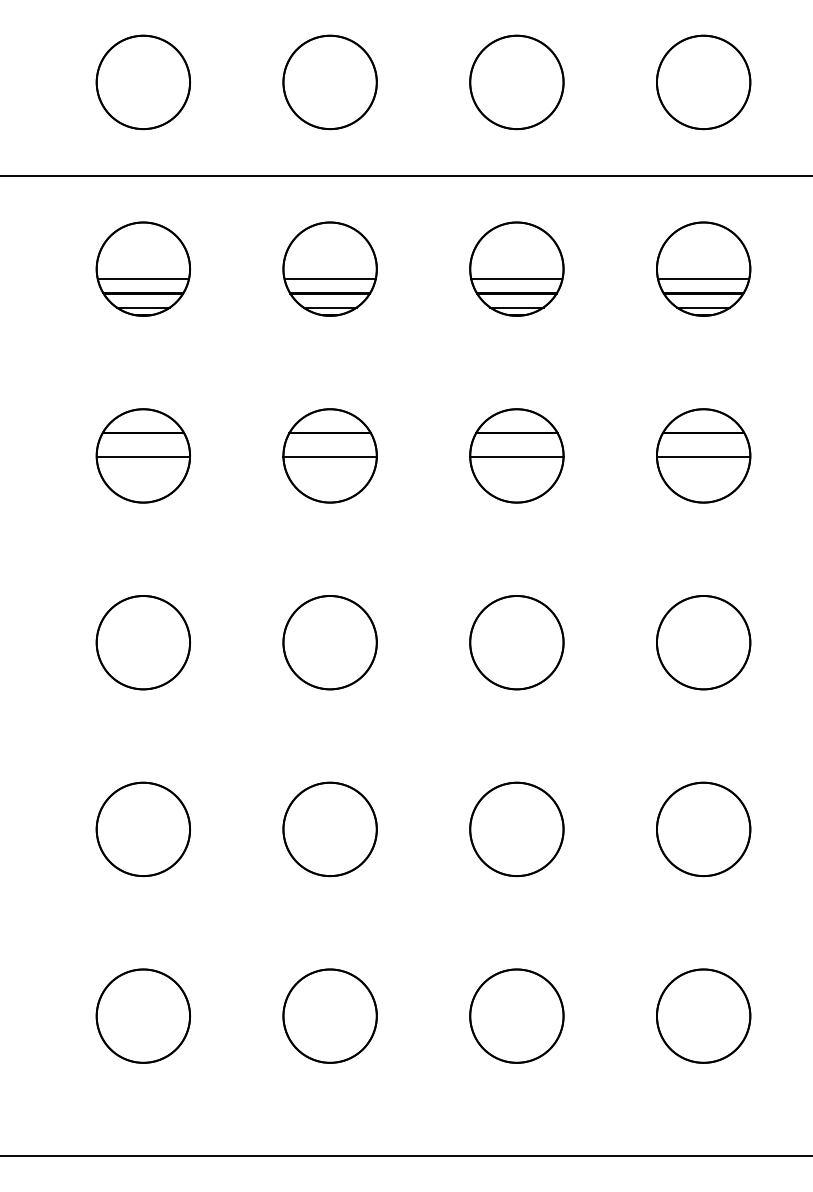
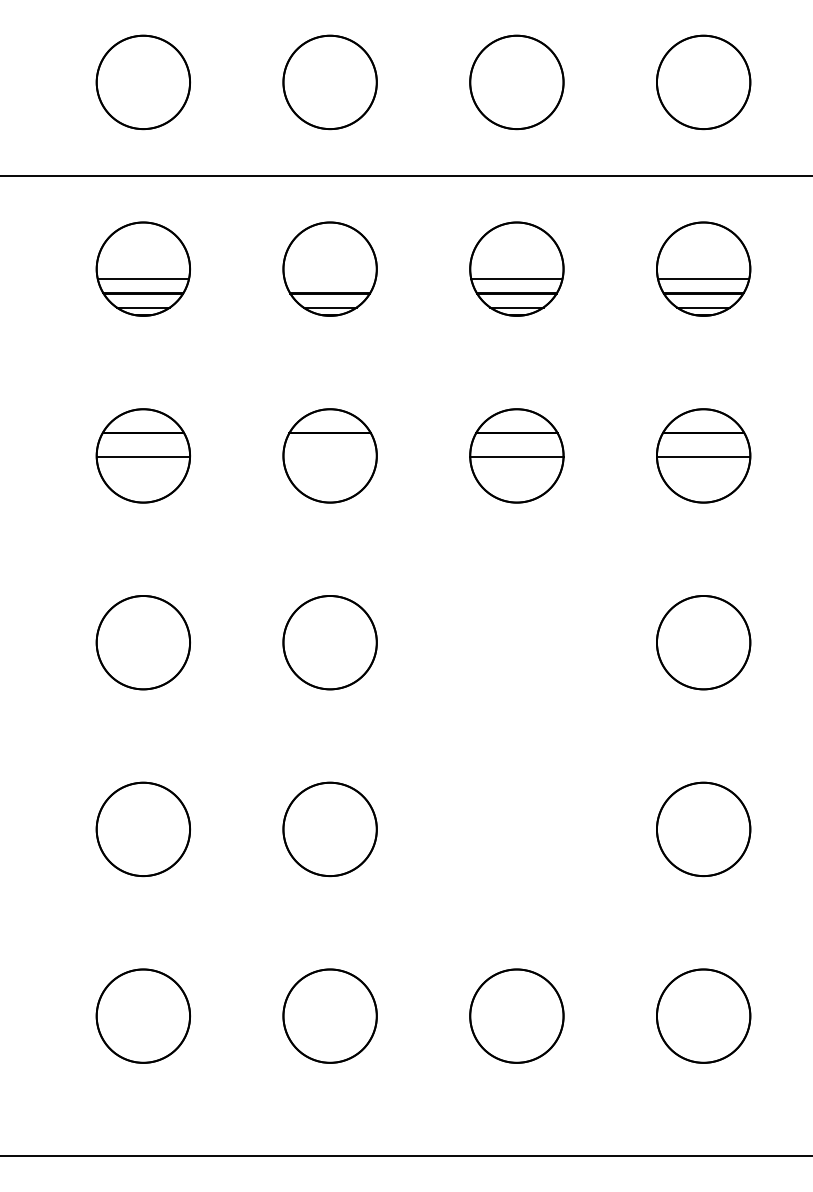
line at (329, 279): present -> none
line at (329, 456): present -> none
circle at (516, 642): present -> none
part at (516, 829): present -> none
